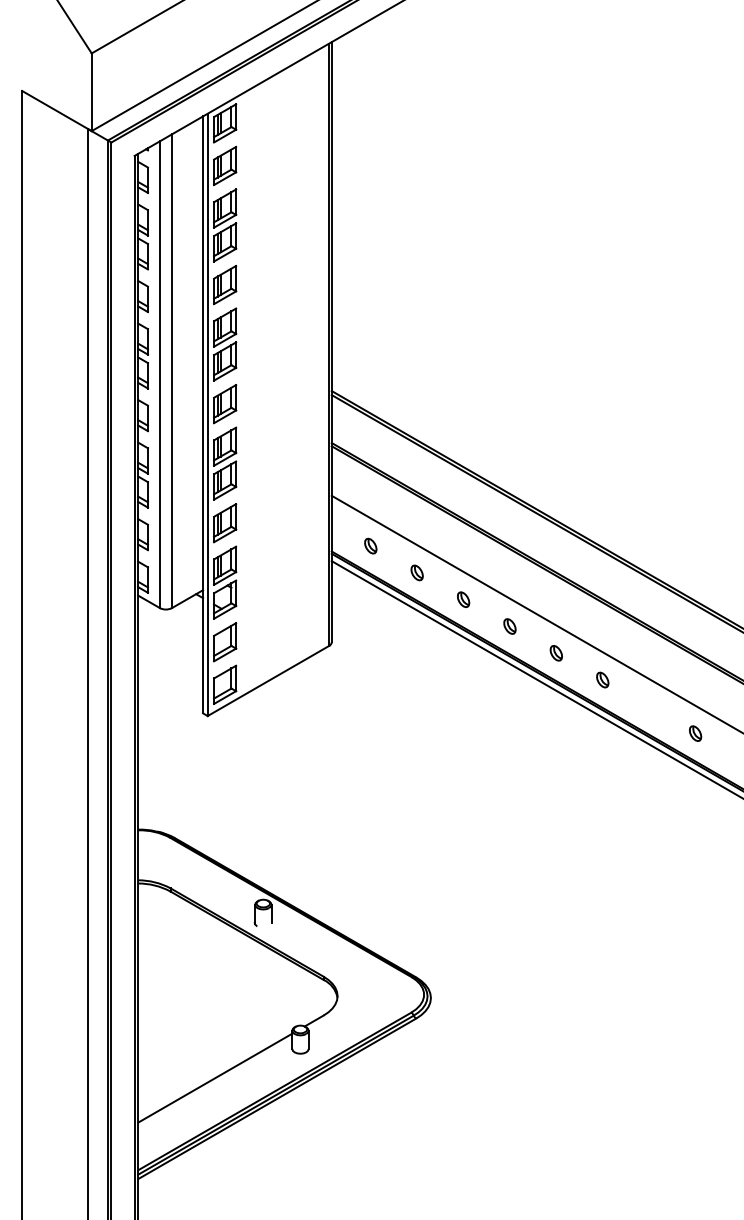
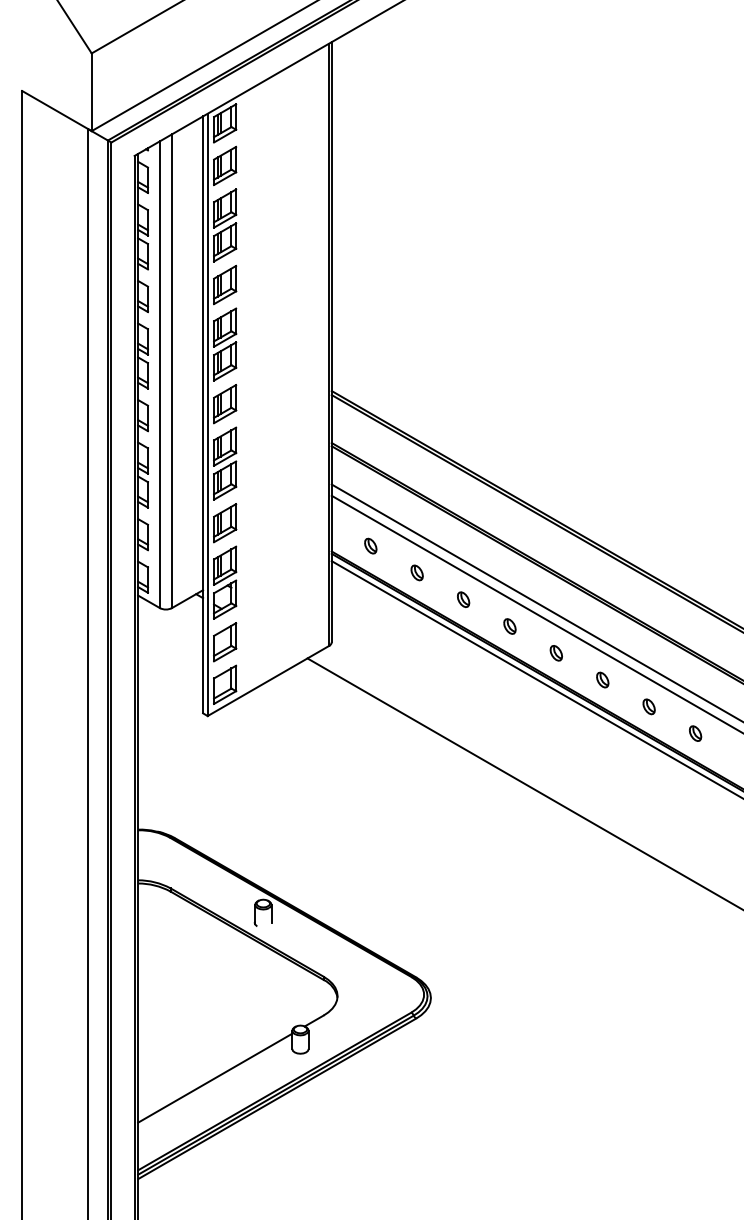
line at (535, 602): none -> present
part at (648, 706): none -> present
line at (523, 783): none -> present
